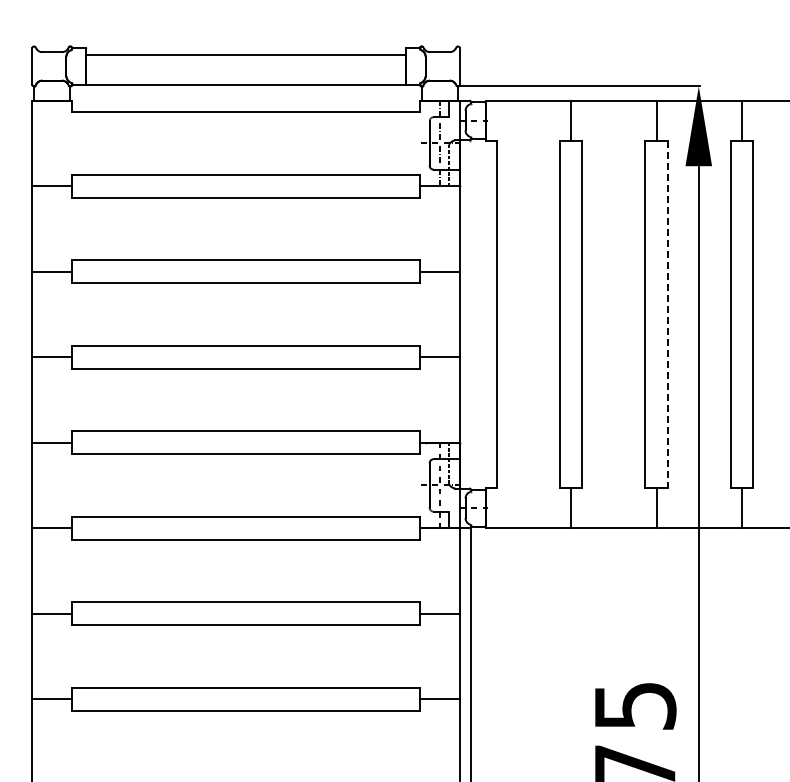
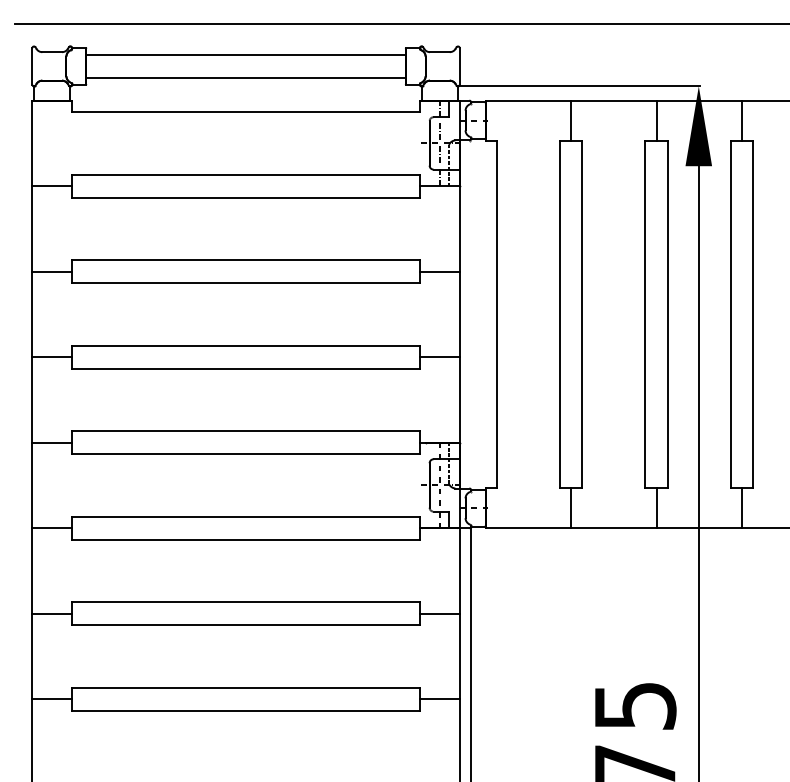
line at (400, 23): none -> present
line at (245, 84) position: (245, 84) -> (245, 77)
line at (667, 314): dashed -> solid
